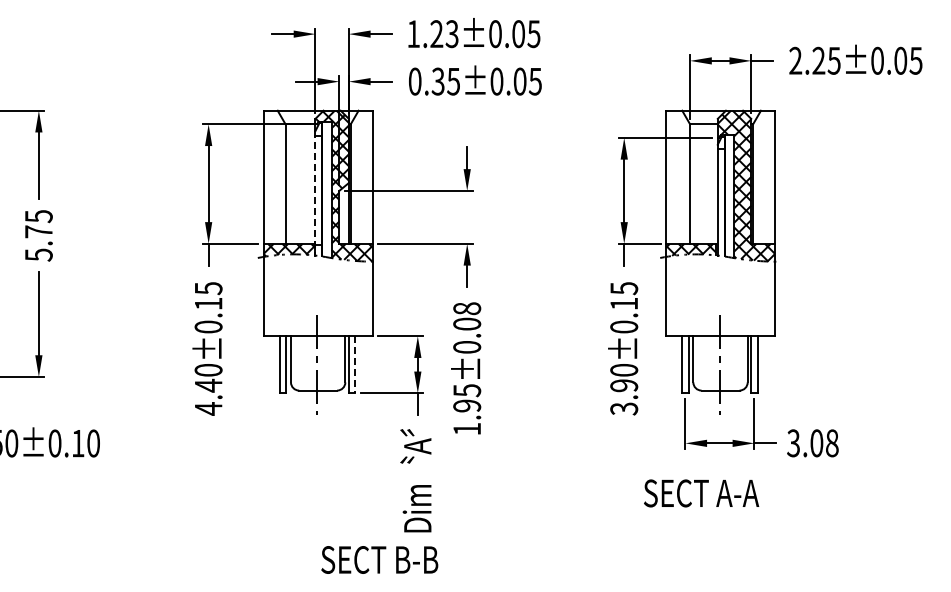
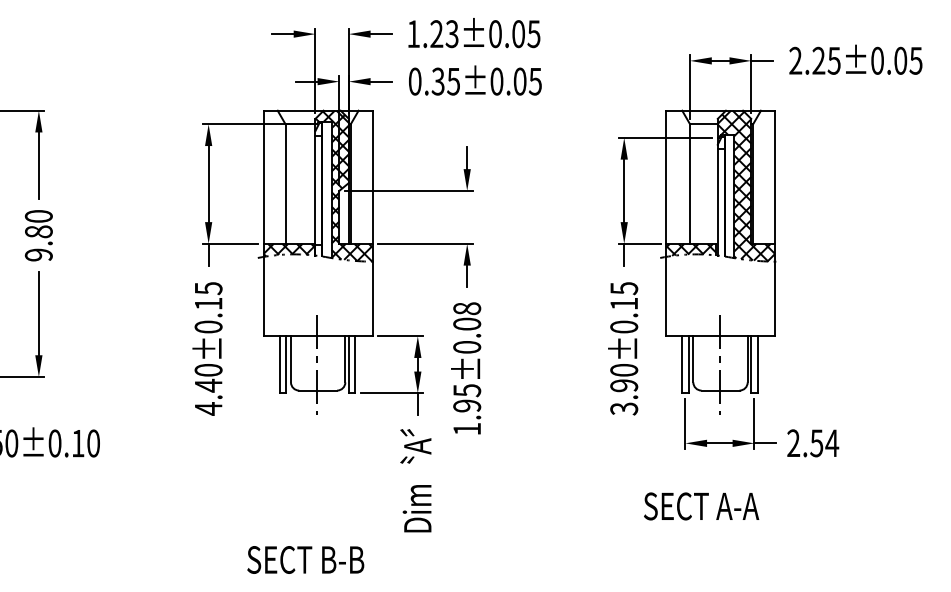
line at (315, 193): dashed -> solid
text at (38, 235): 5.75 -> 9.80
line at (355, 364): dashed -> solid
text at (813, 443): 3.08 -> 2.54
text at (701, 493) position: (701, 493) -> (701, 506)
text at (379, 559) position: (379, 559) -> (305, 559)
